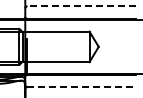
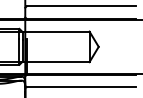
line at (81, 6): dashed -> solid
line at (81, 87): dashed -> solid
